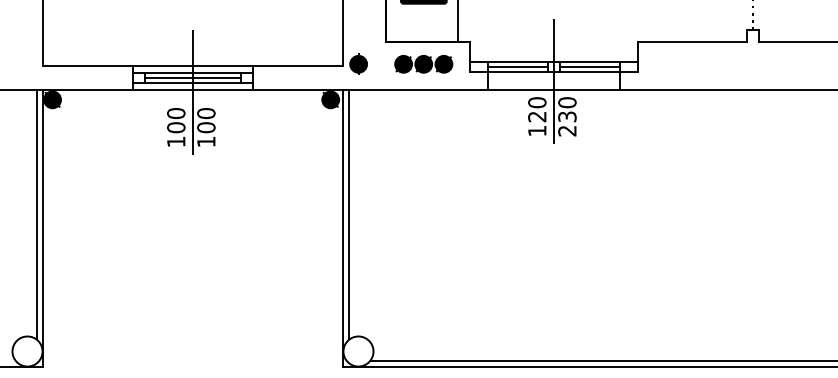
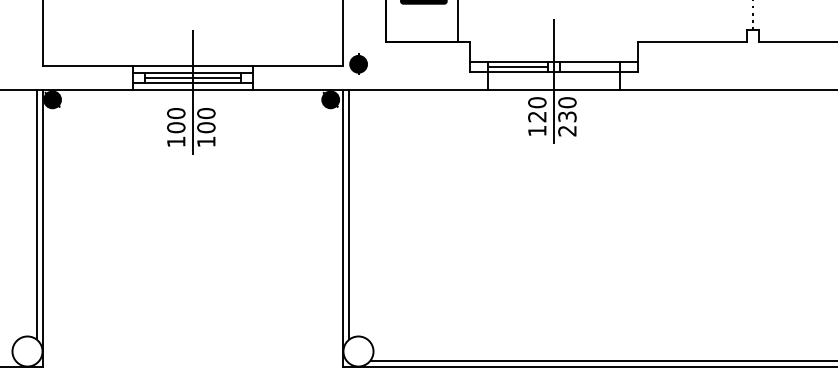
part at (423, 64): present -> none
line at (590, 66): present -> none
